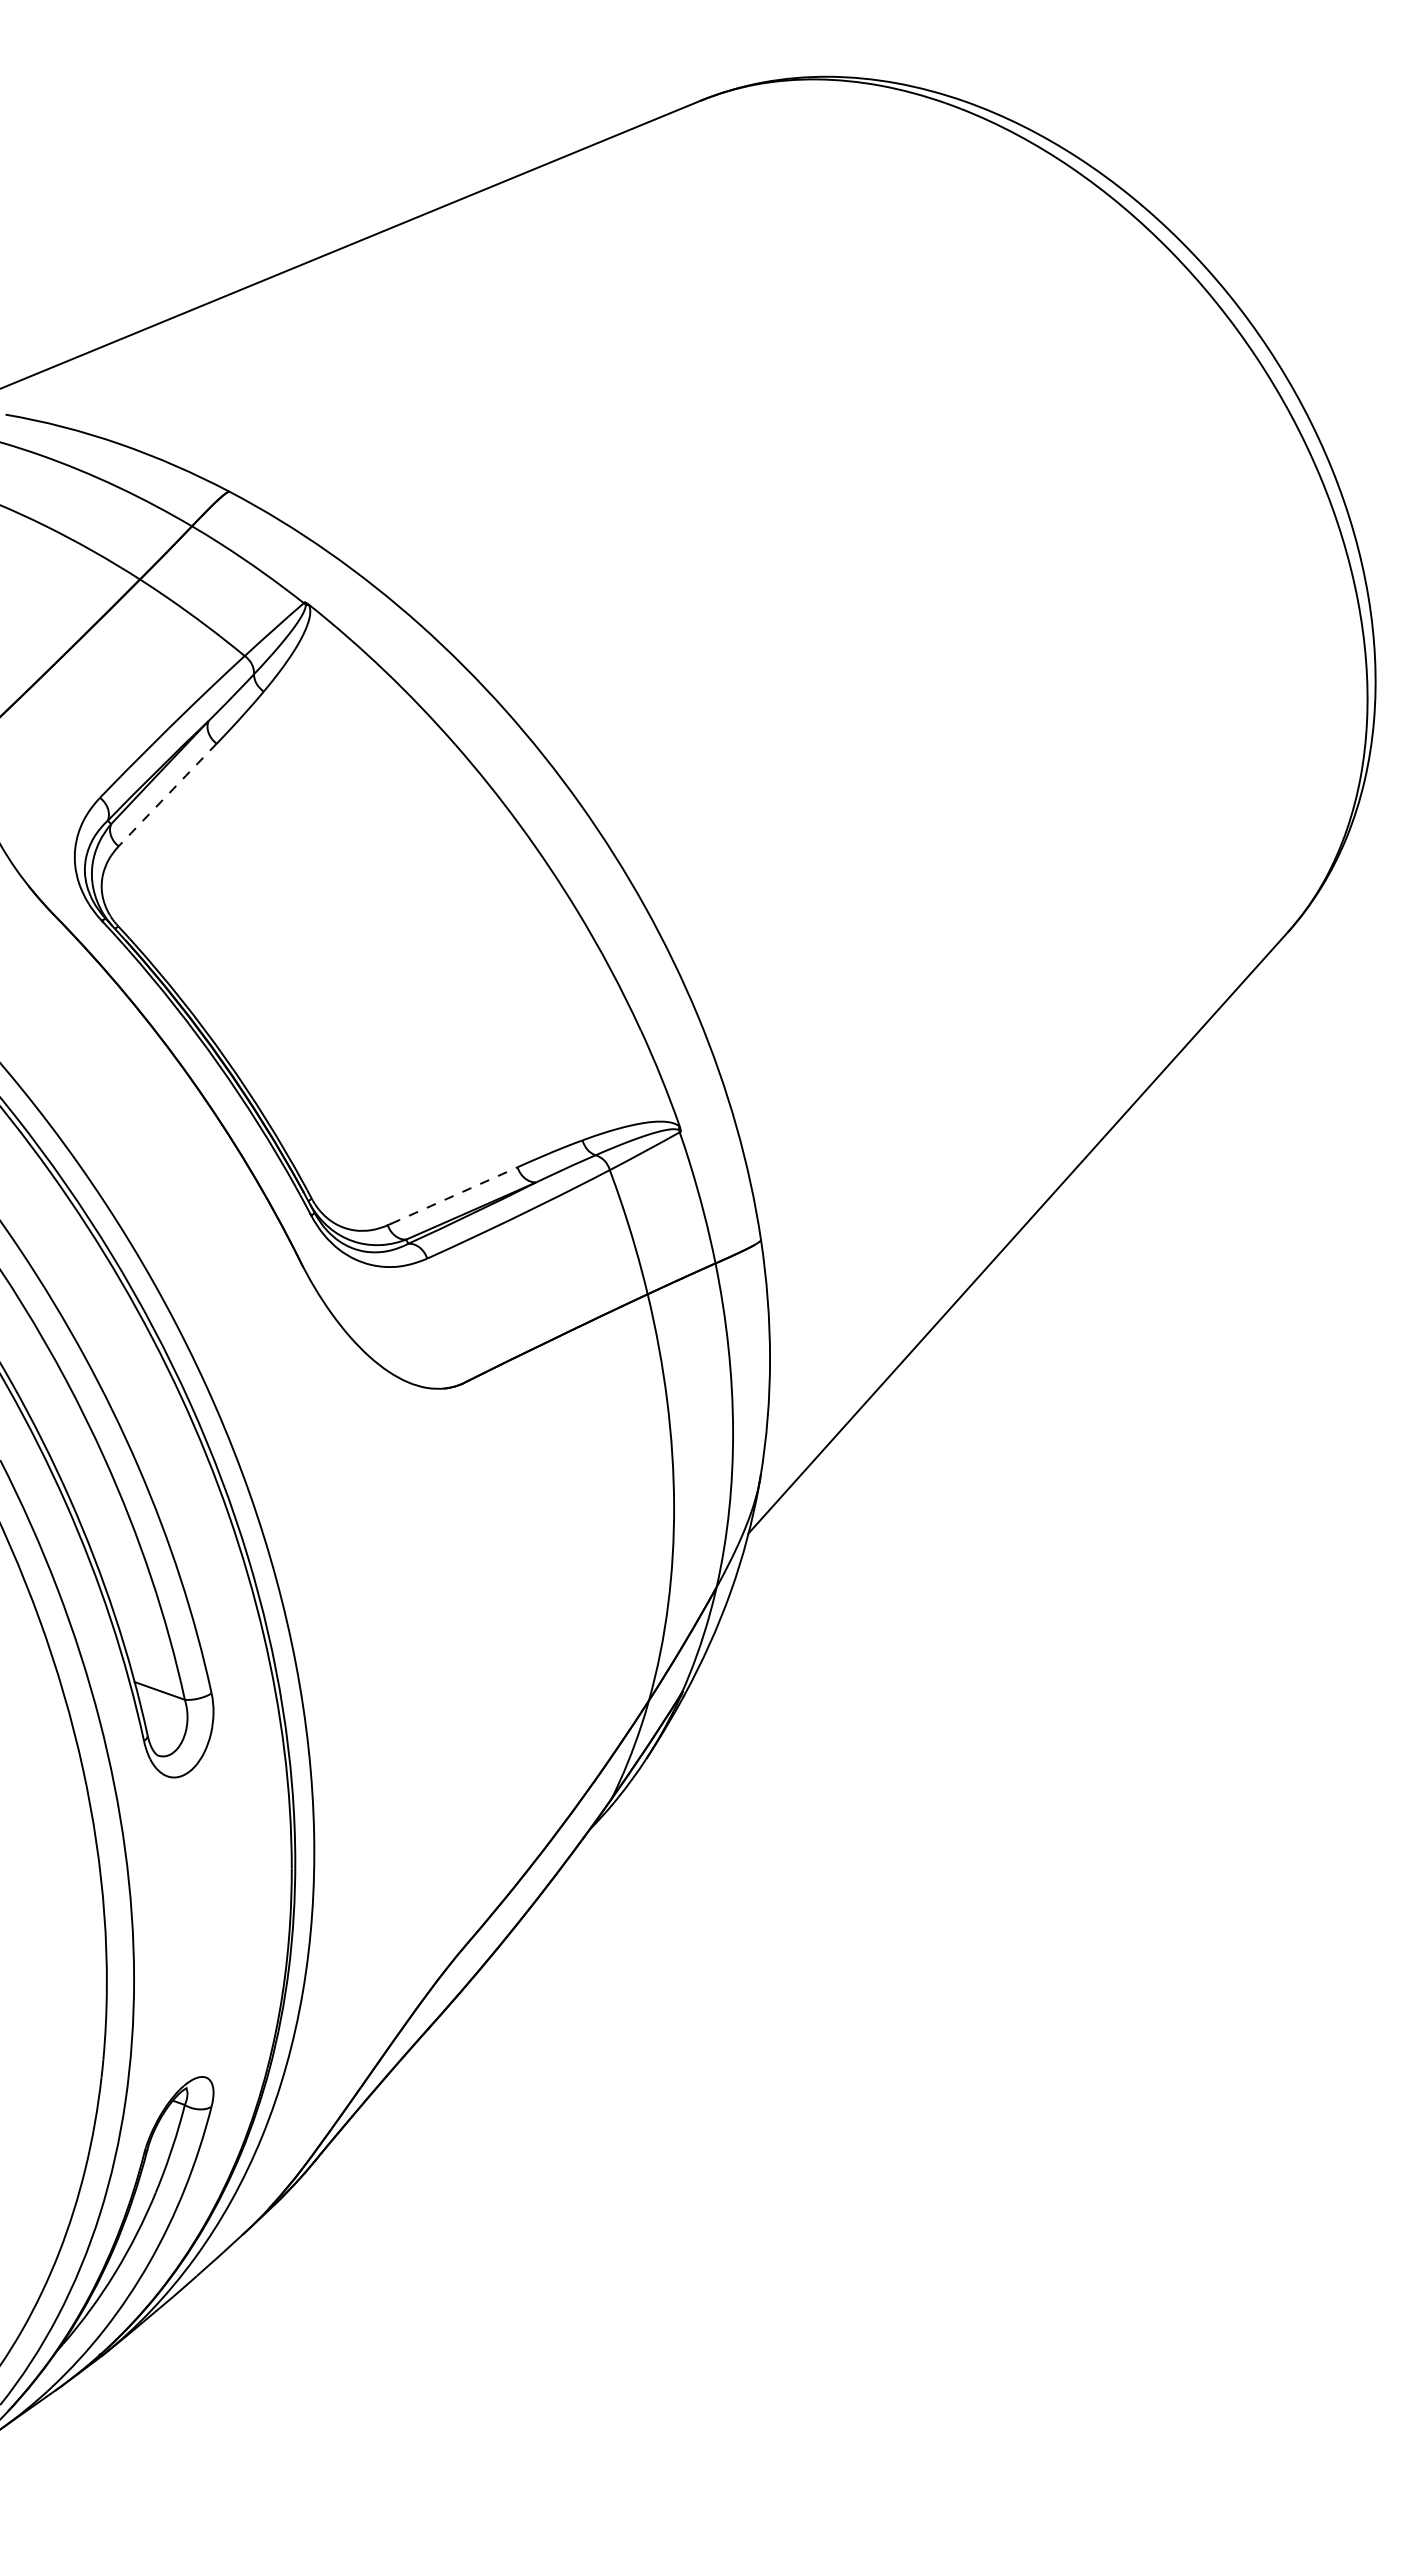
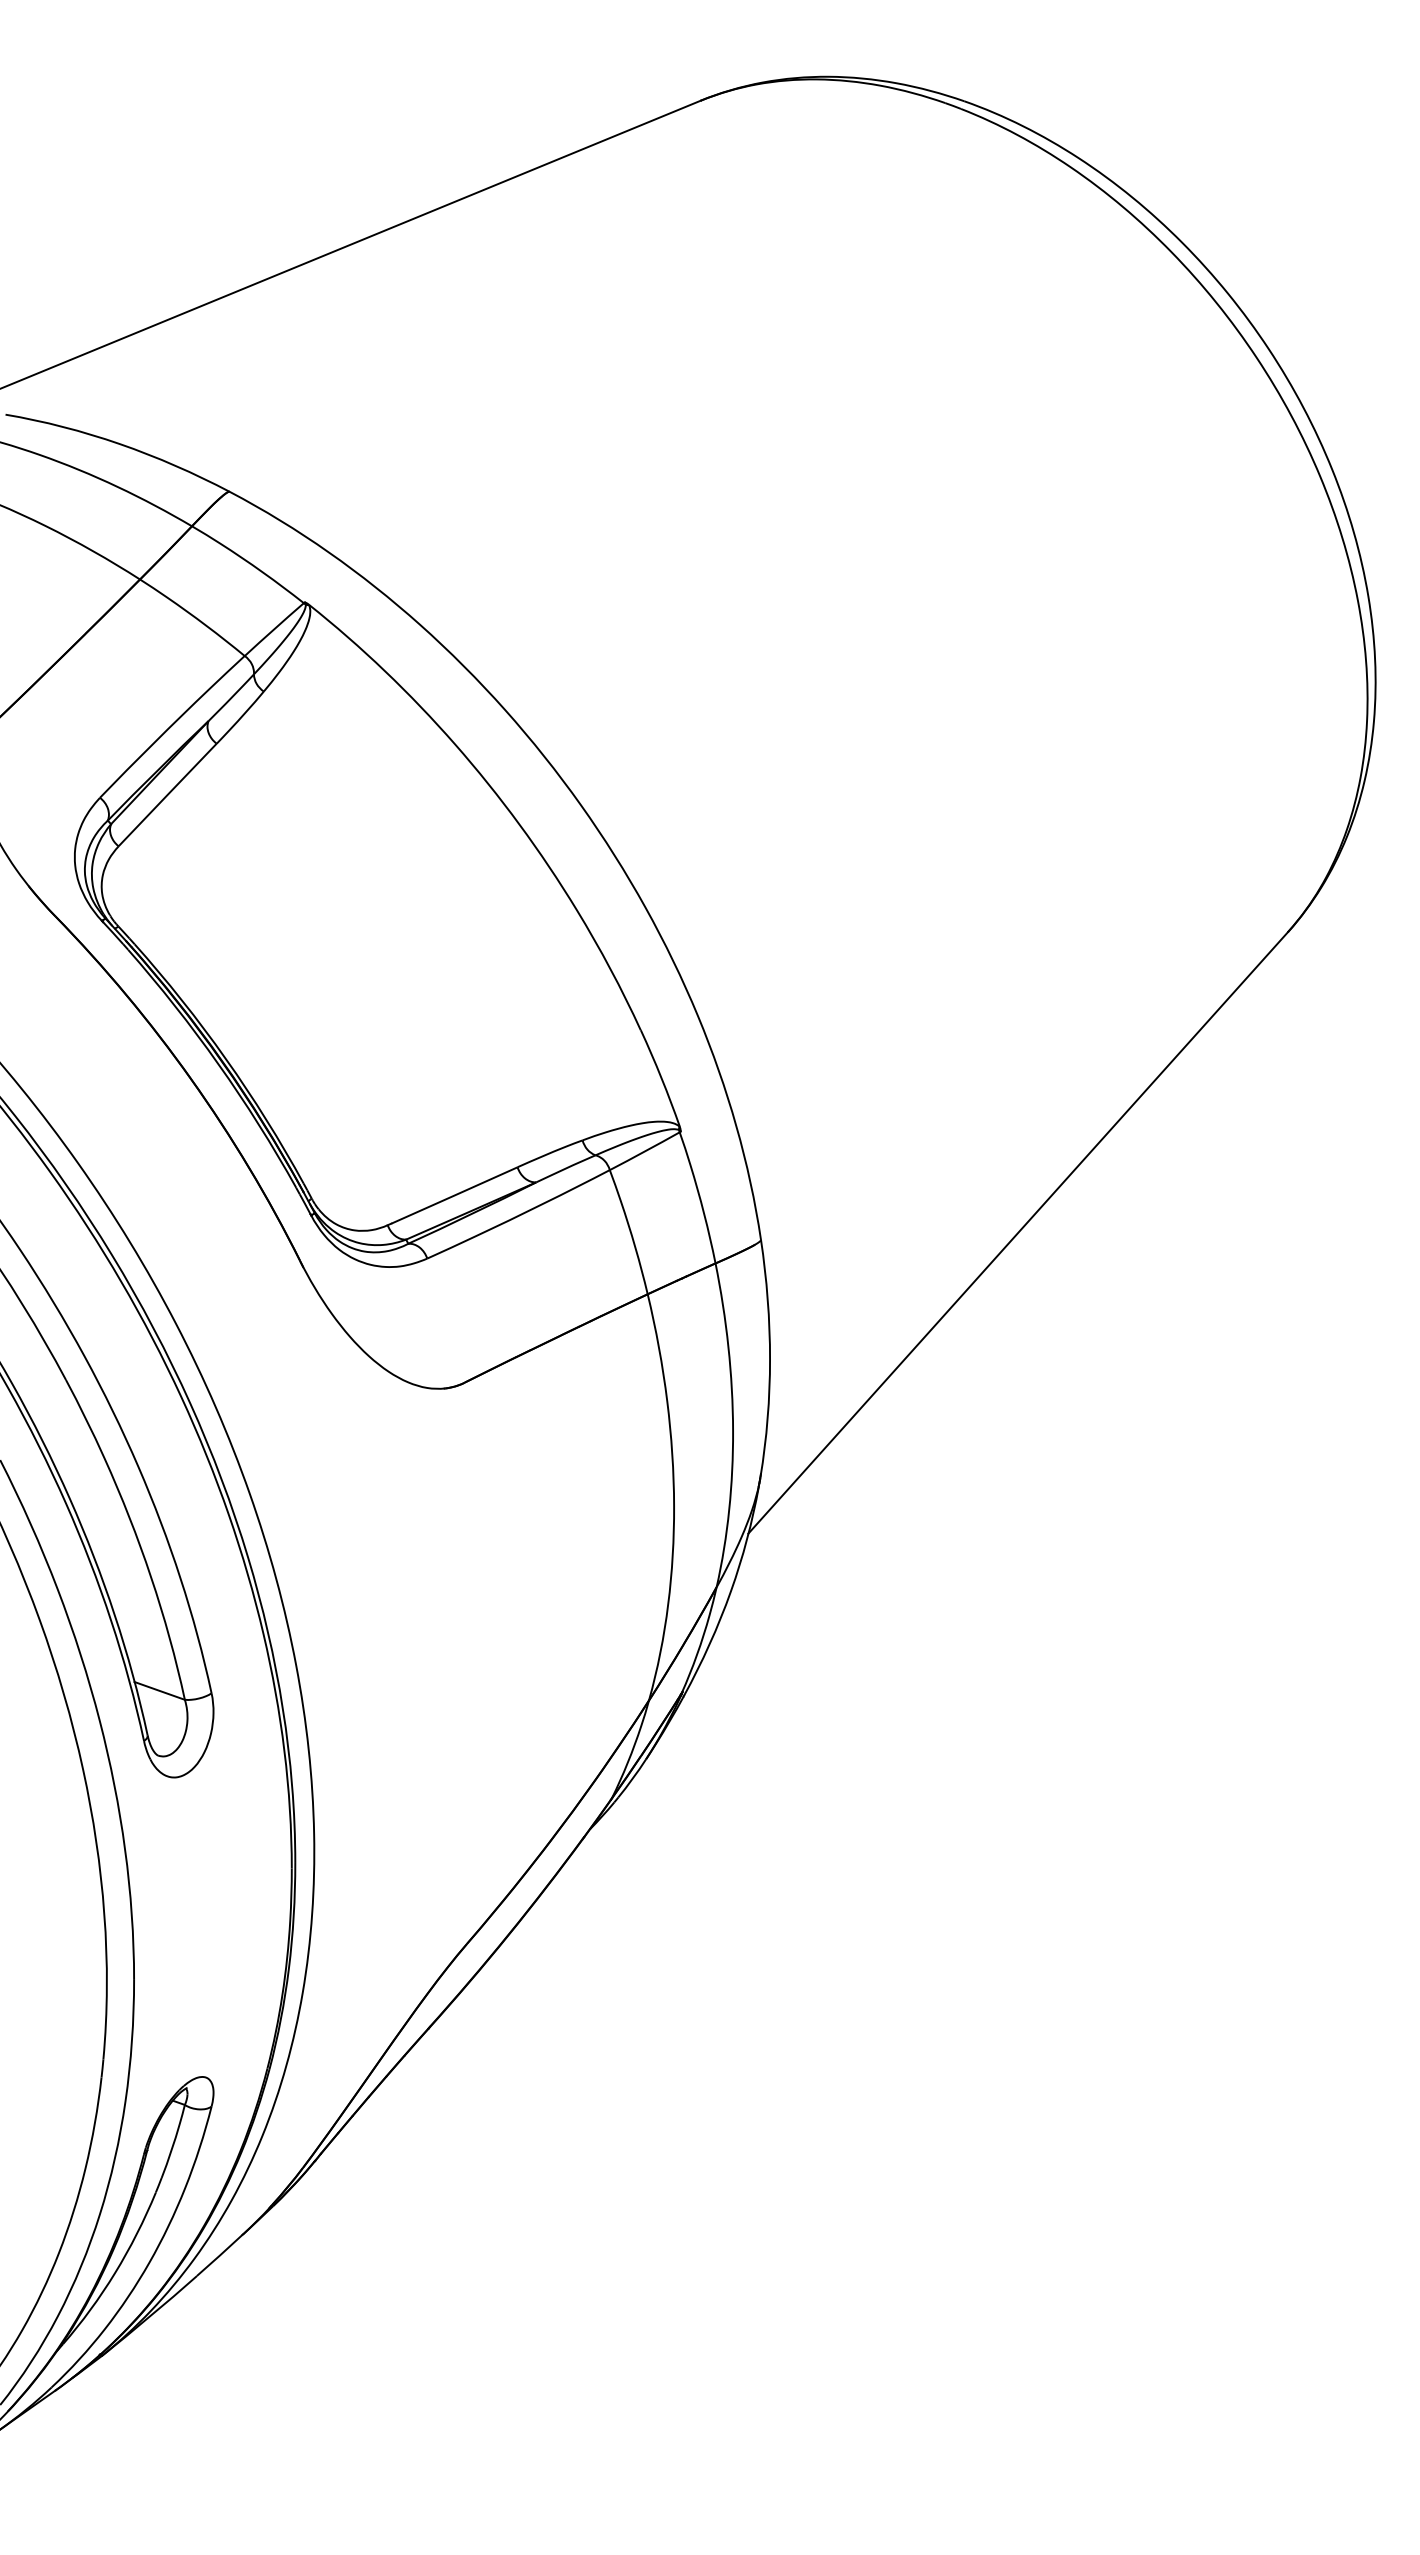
arc at (167, 794): dashed -> solid
arc at (454, 1195): dashed -> solid
